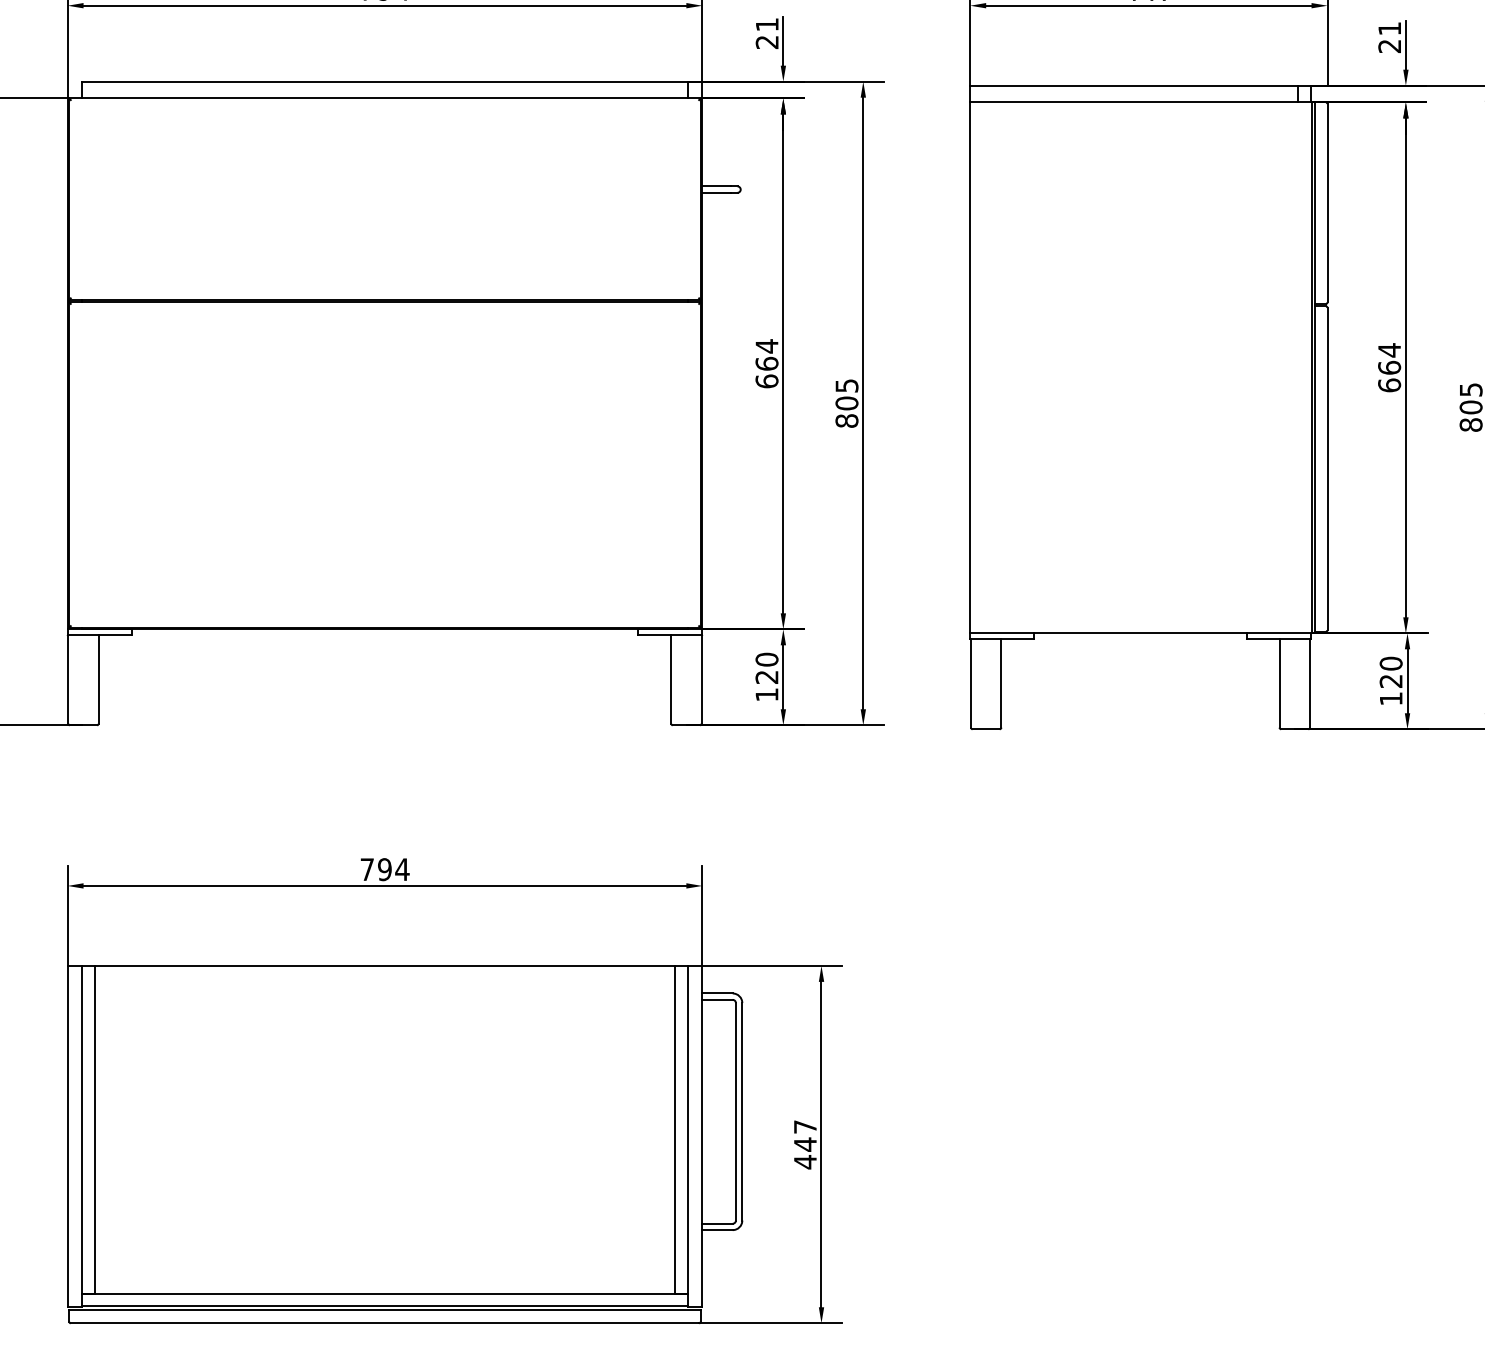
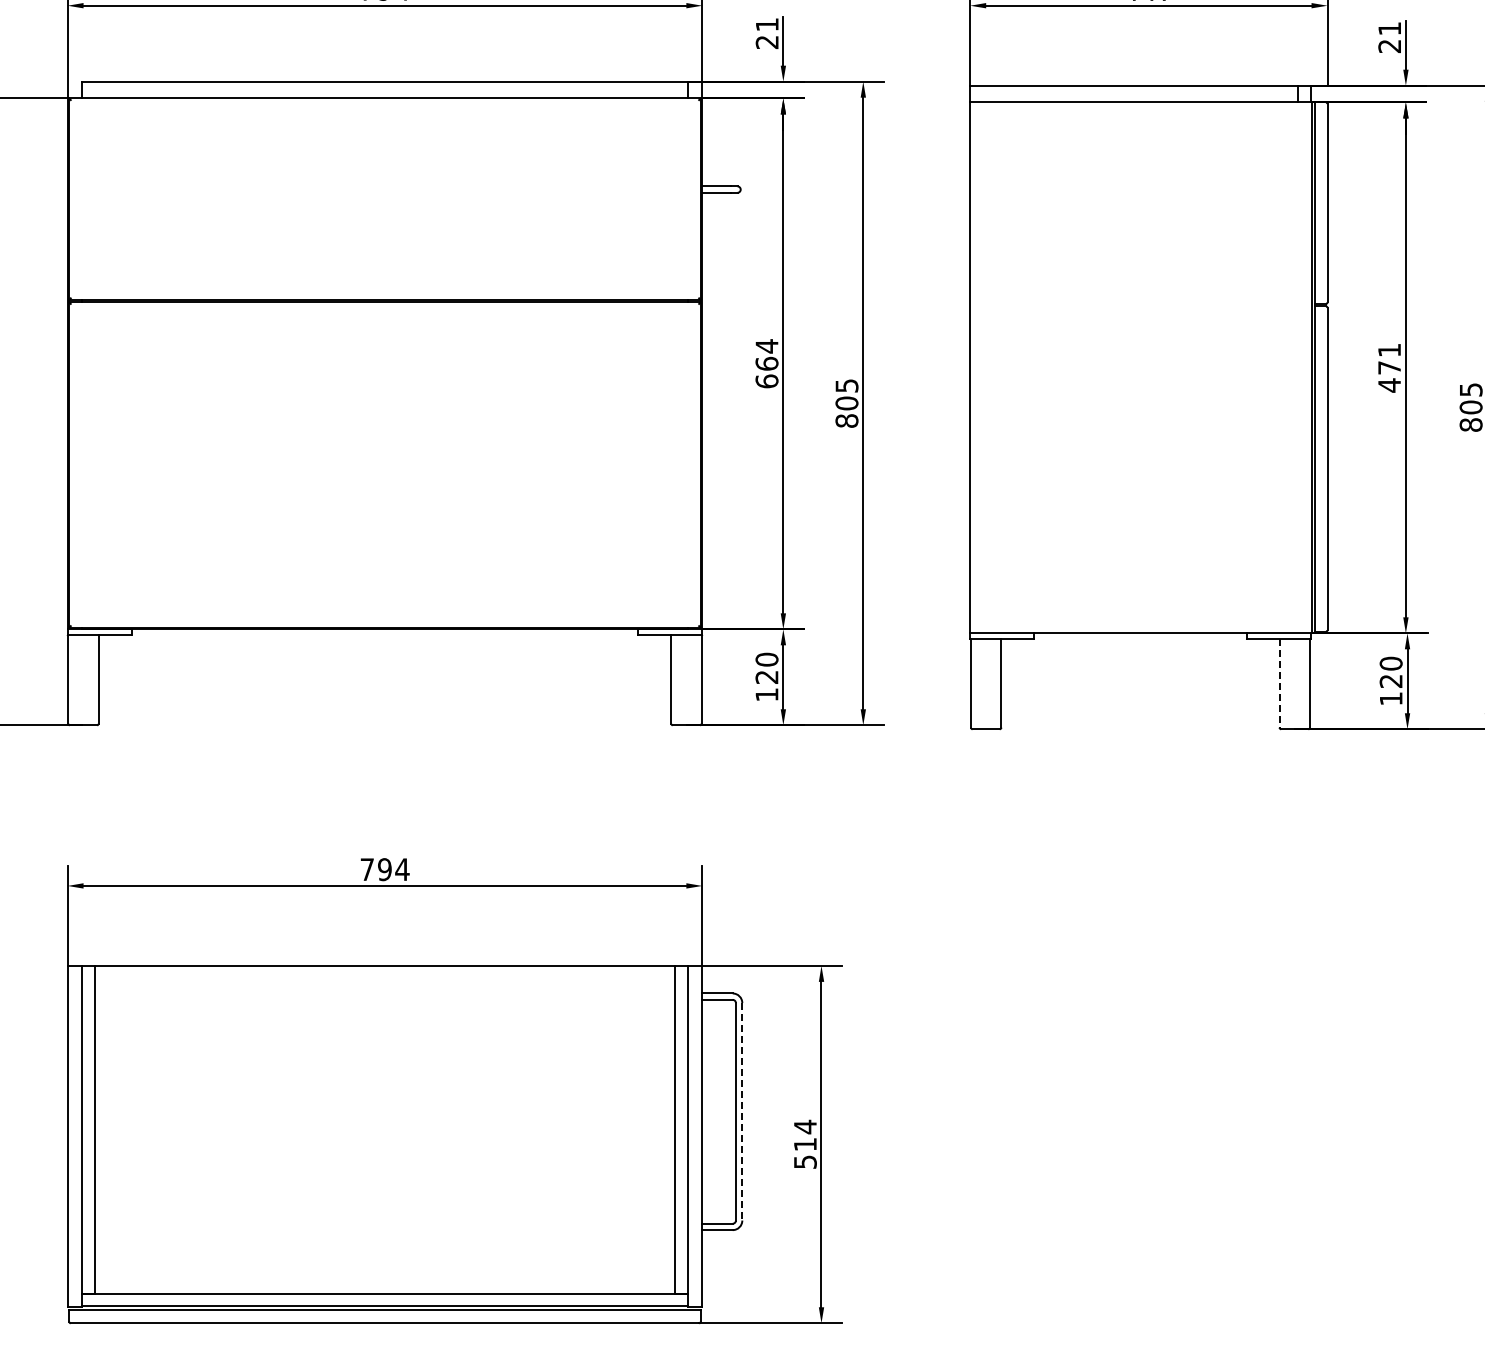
text at (1389, 367): 664 -> 471
line at (1279, 683): solid -> dashed
line at (742, 1111): solid -> dashed
text at (805, 1144): 447 -> 514
